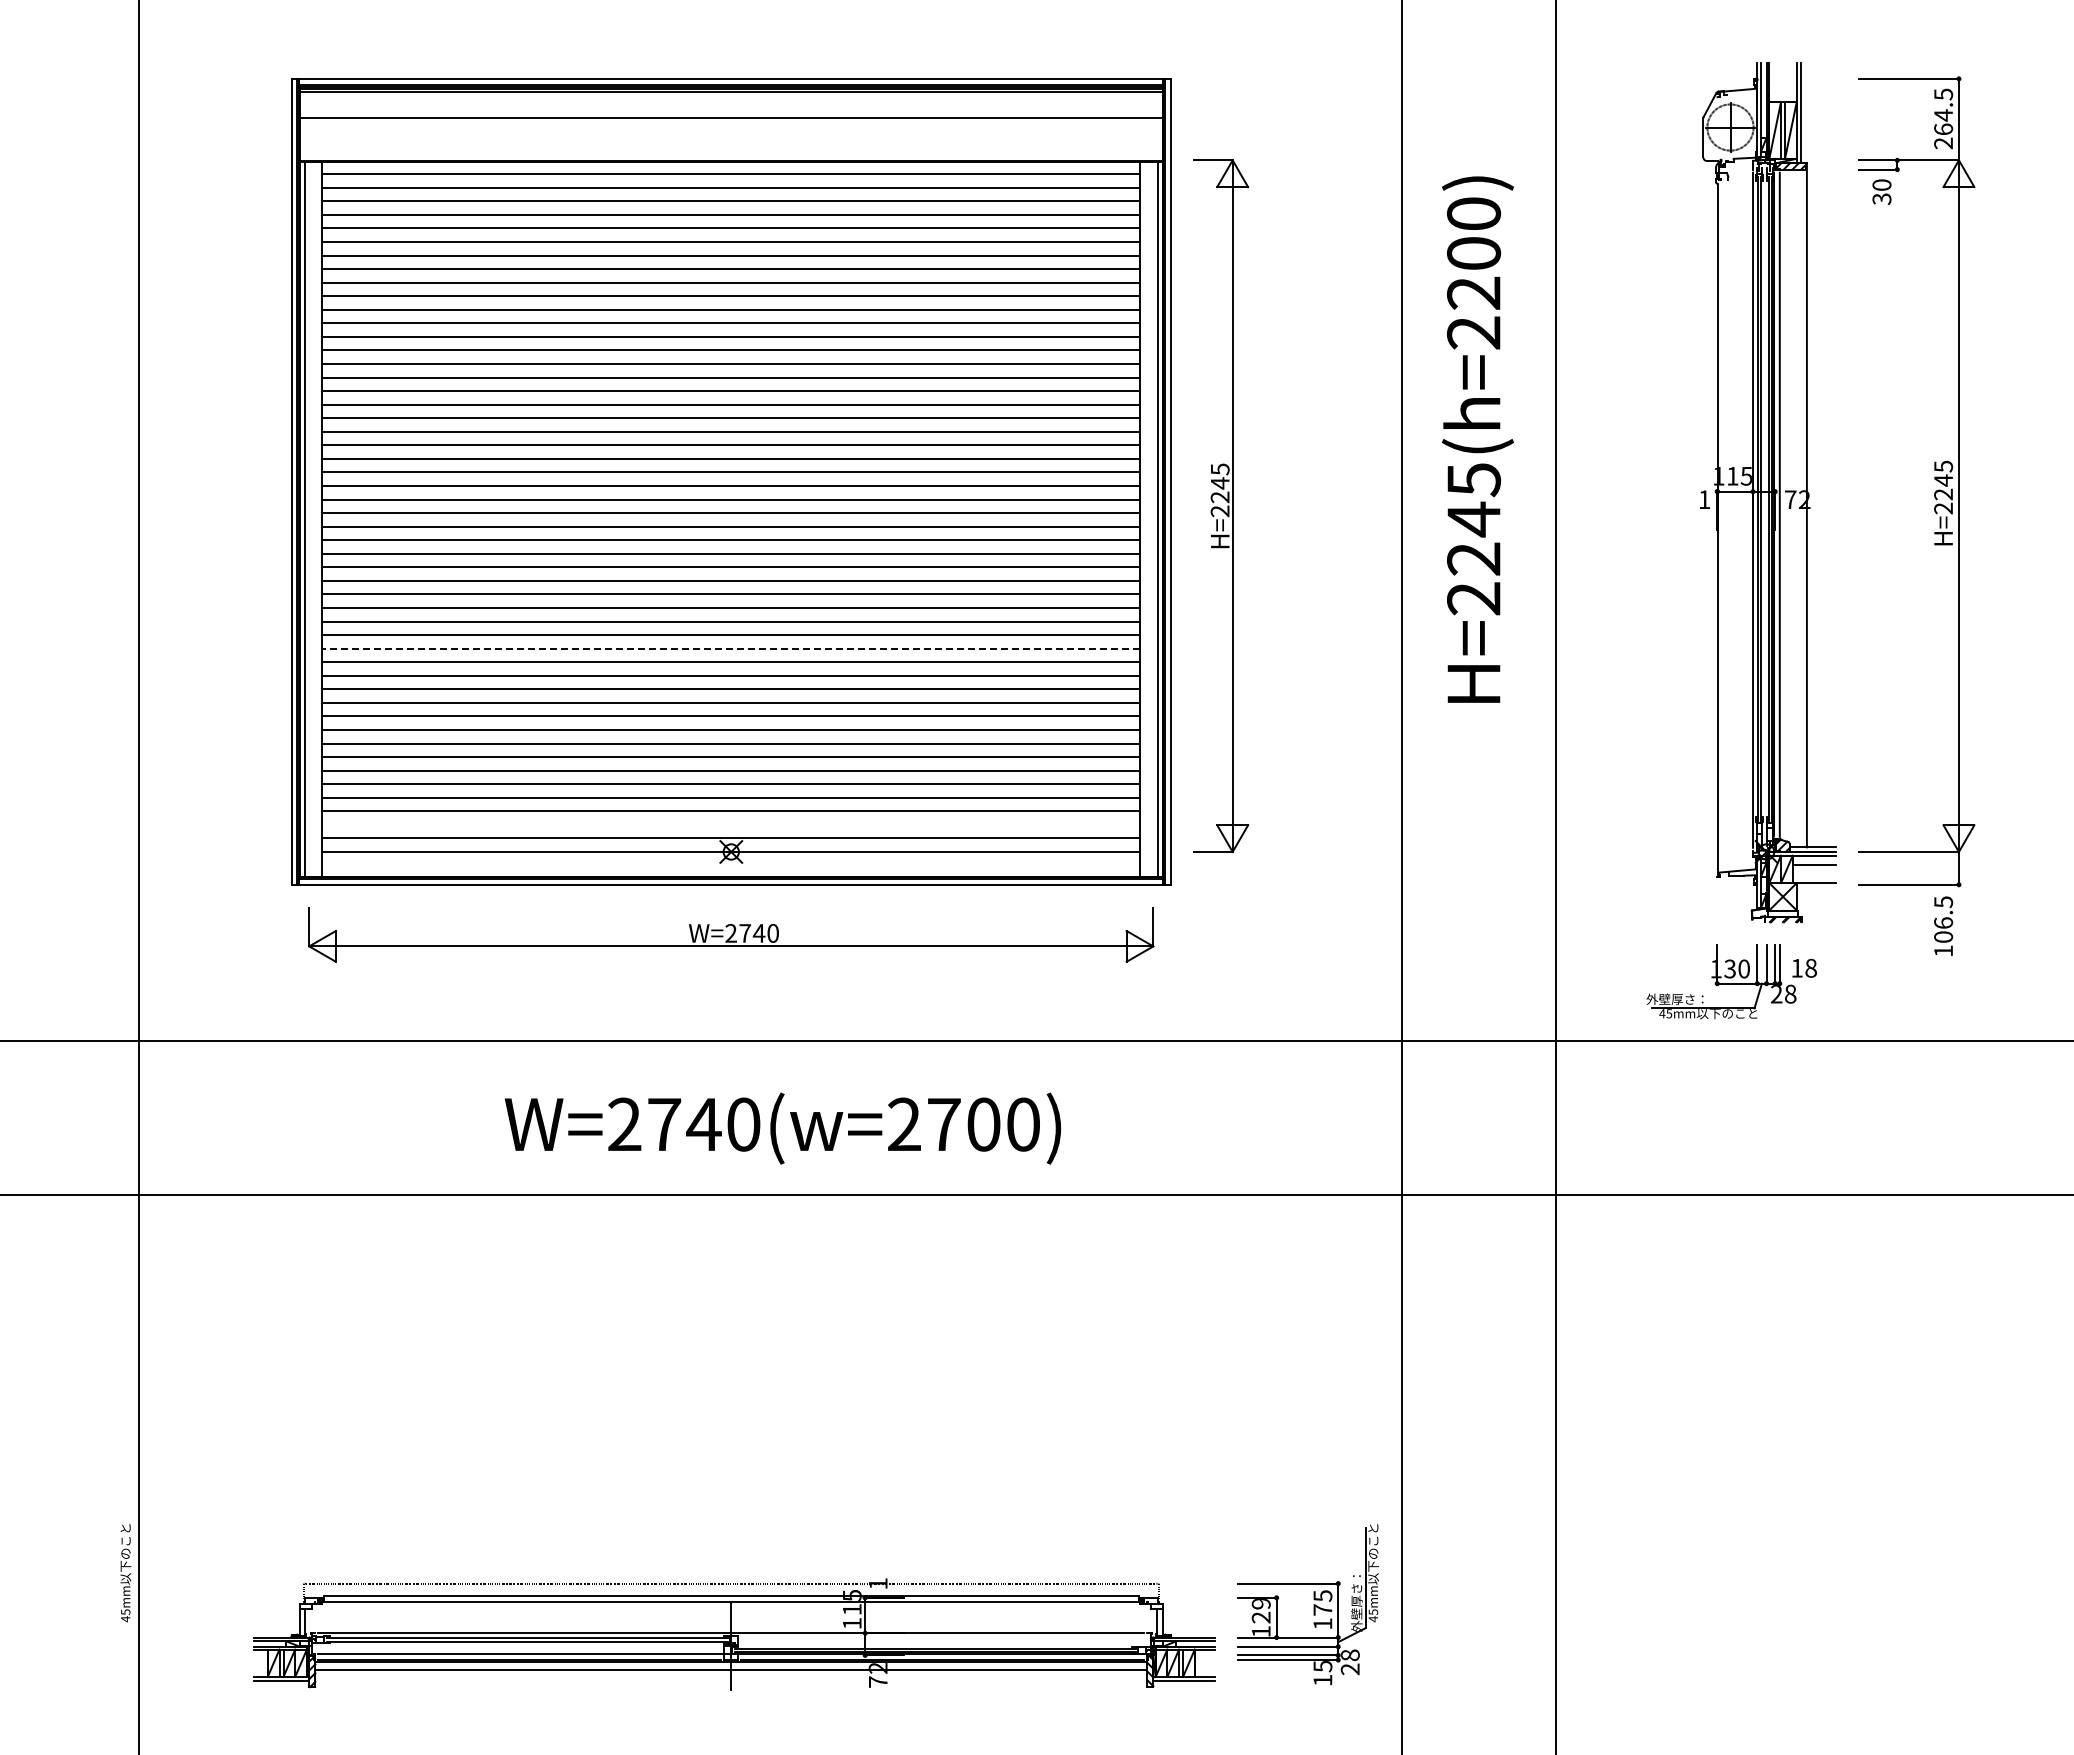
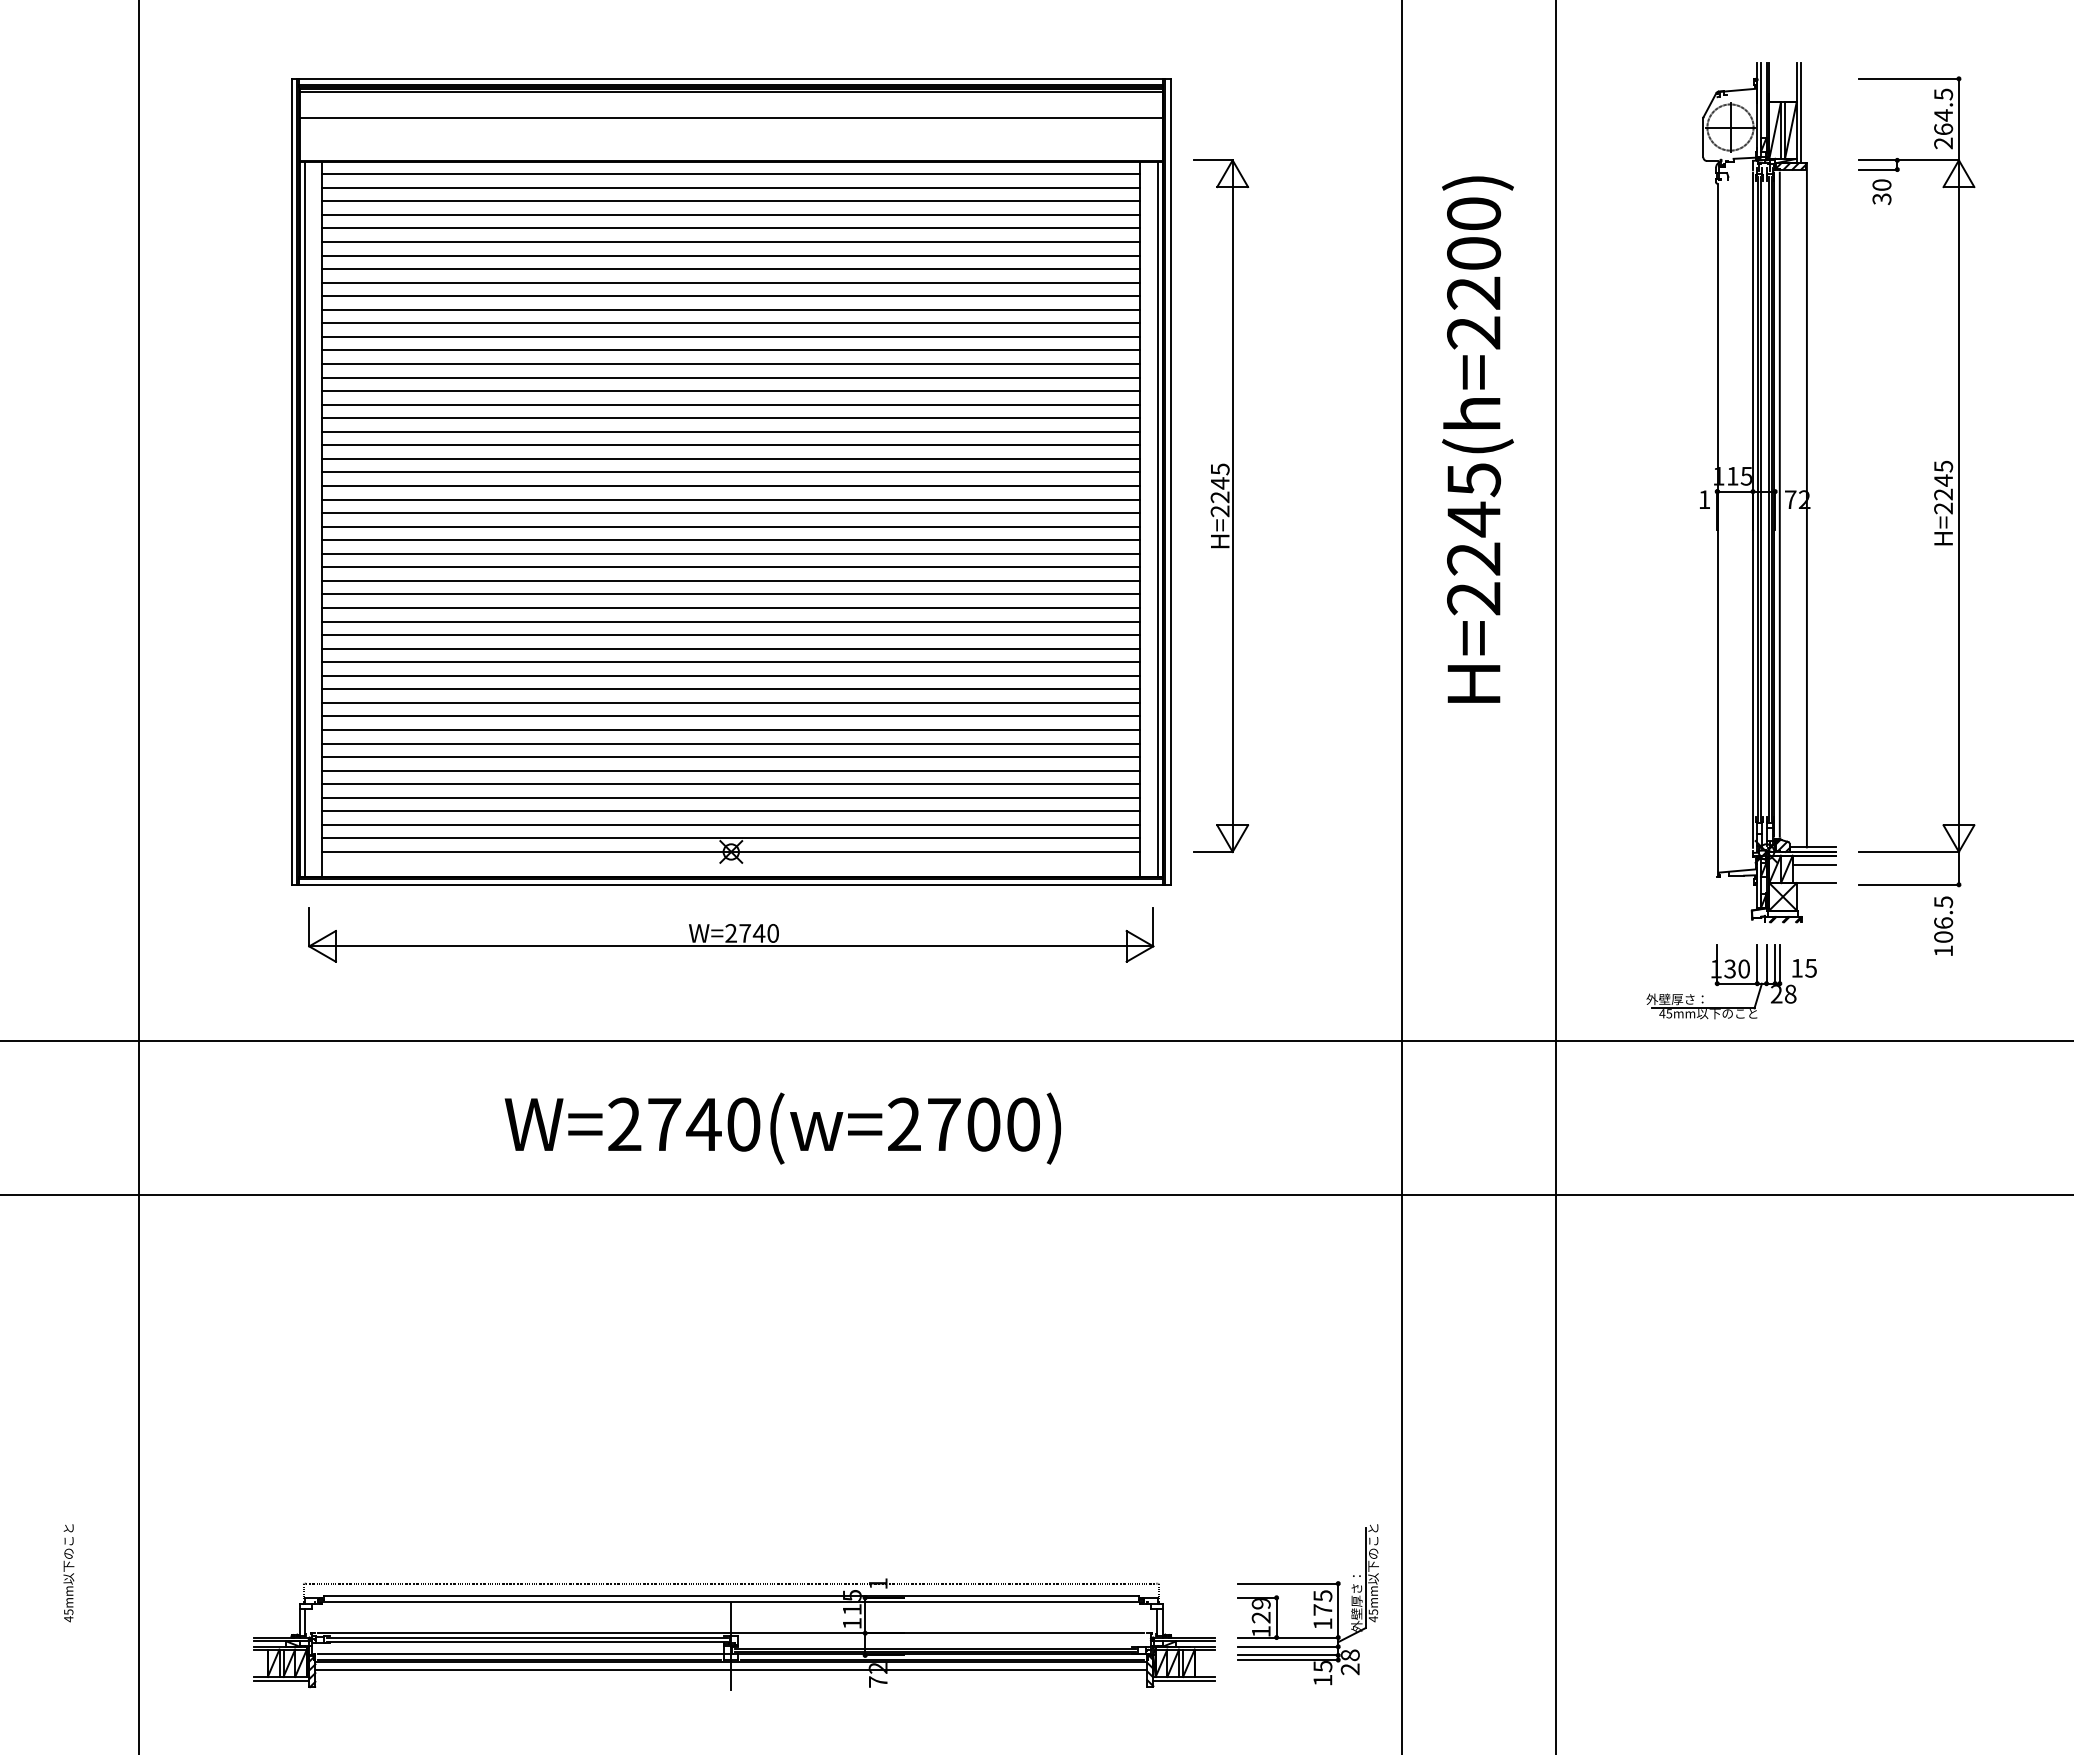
line at (730, 648): dashed -> solid
line at (731, 824): none -> present
text at (1810, 967): 18 -> 15
text at (125, 1573) position: (125, 1573) -> (68, 1573)
